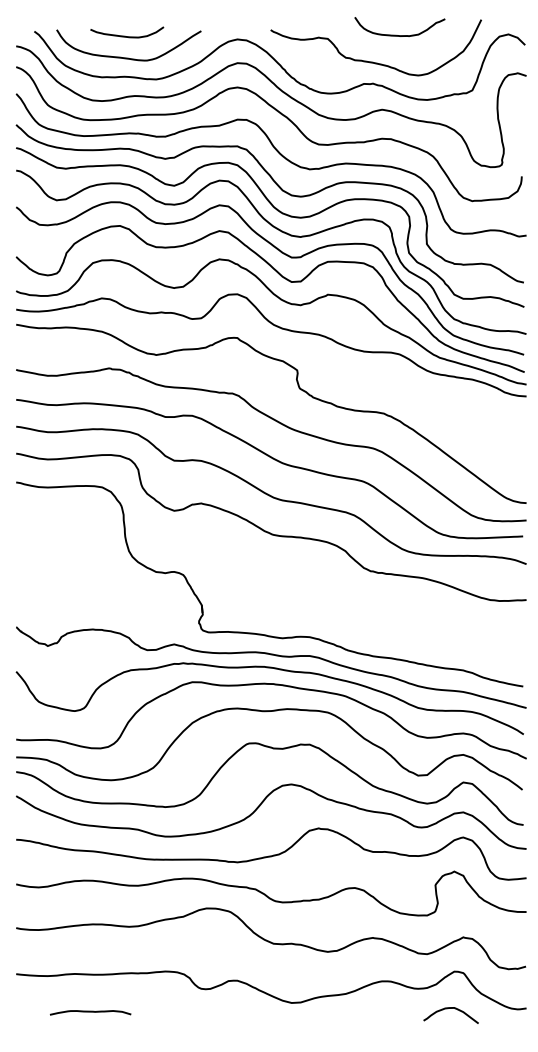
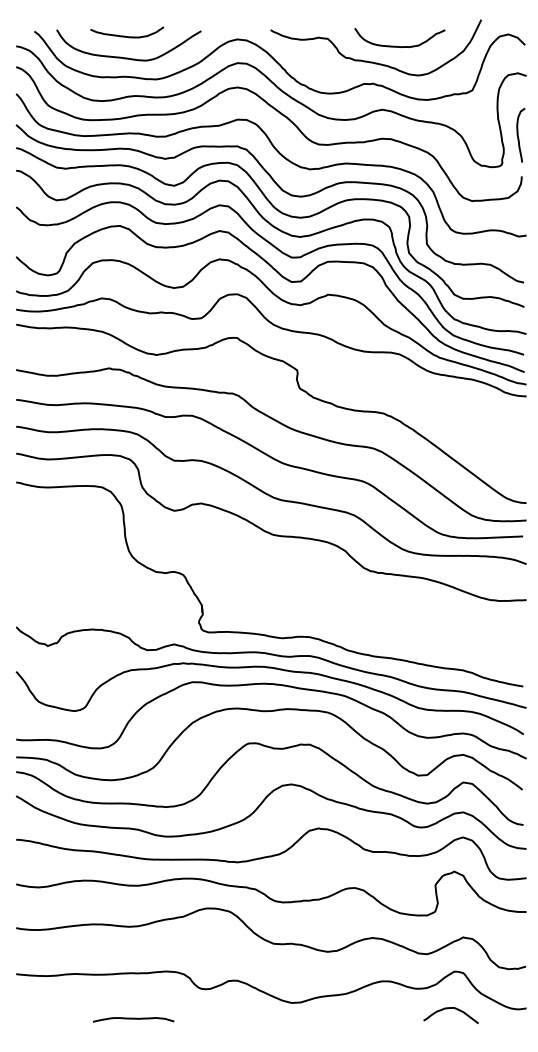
curve at (396, 34) position: (396, 34) -> (396, 45)
curve at (518, 134): none -> present
curve at (90, 1012) position: (90, 1012) -> (133, 1019)
